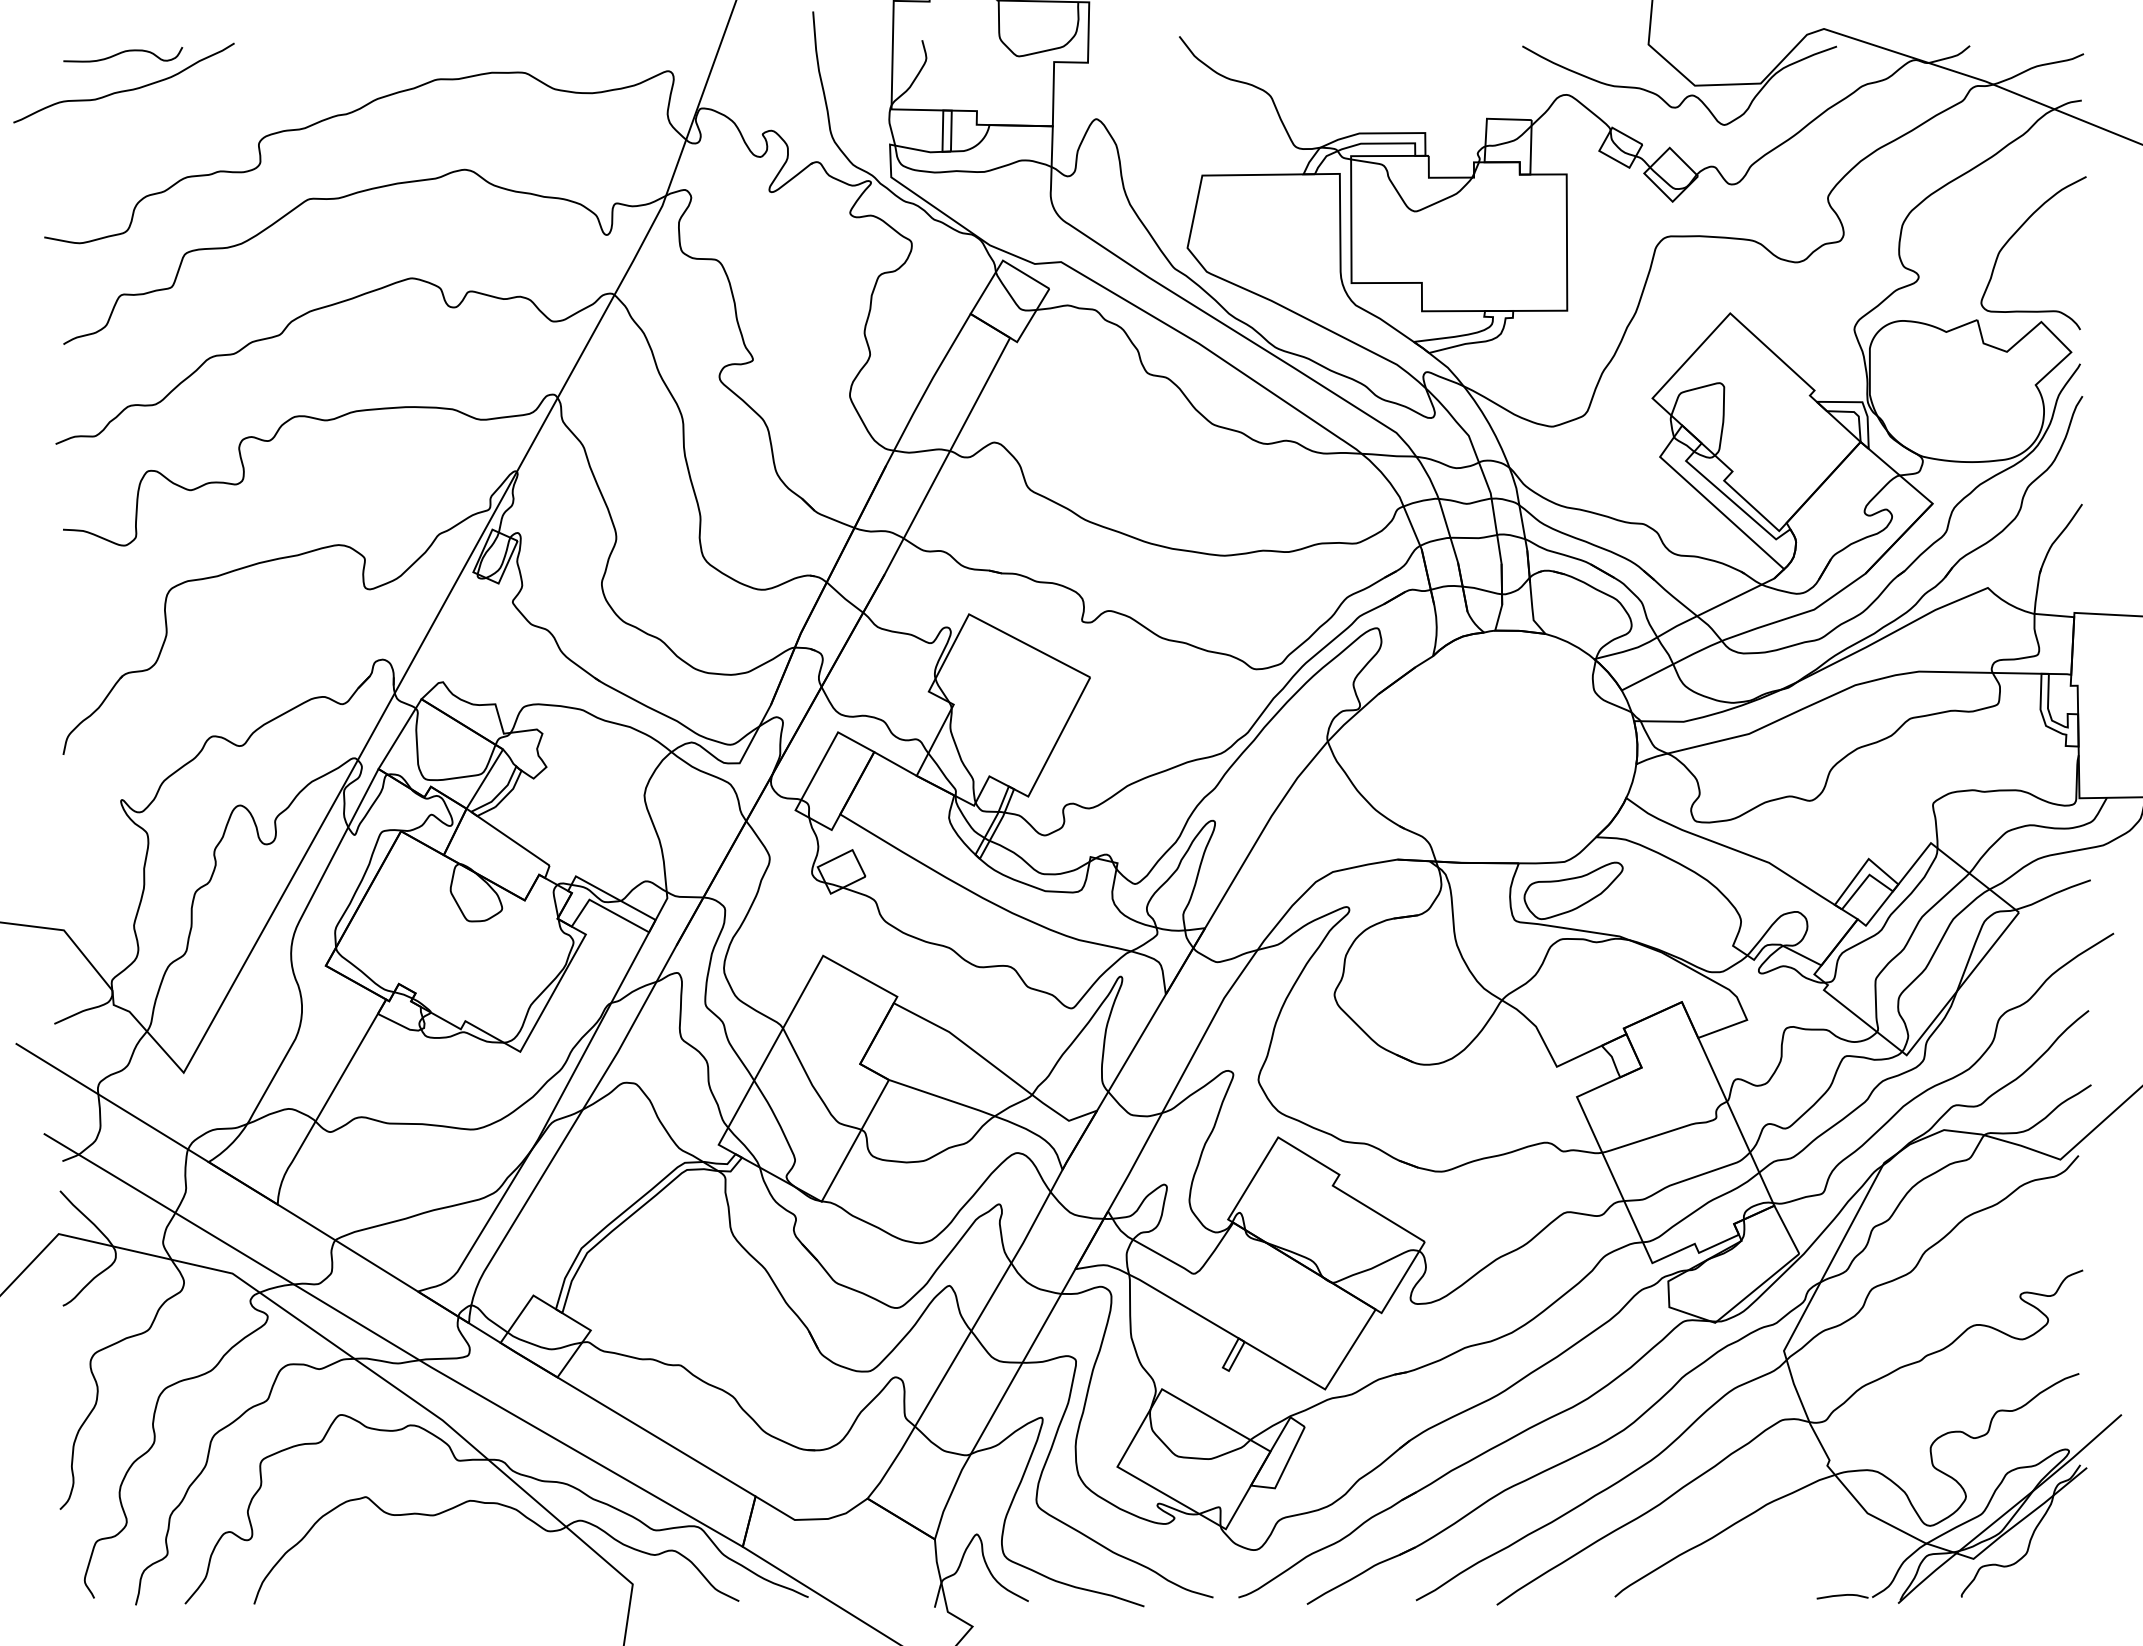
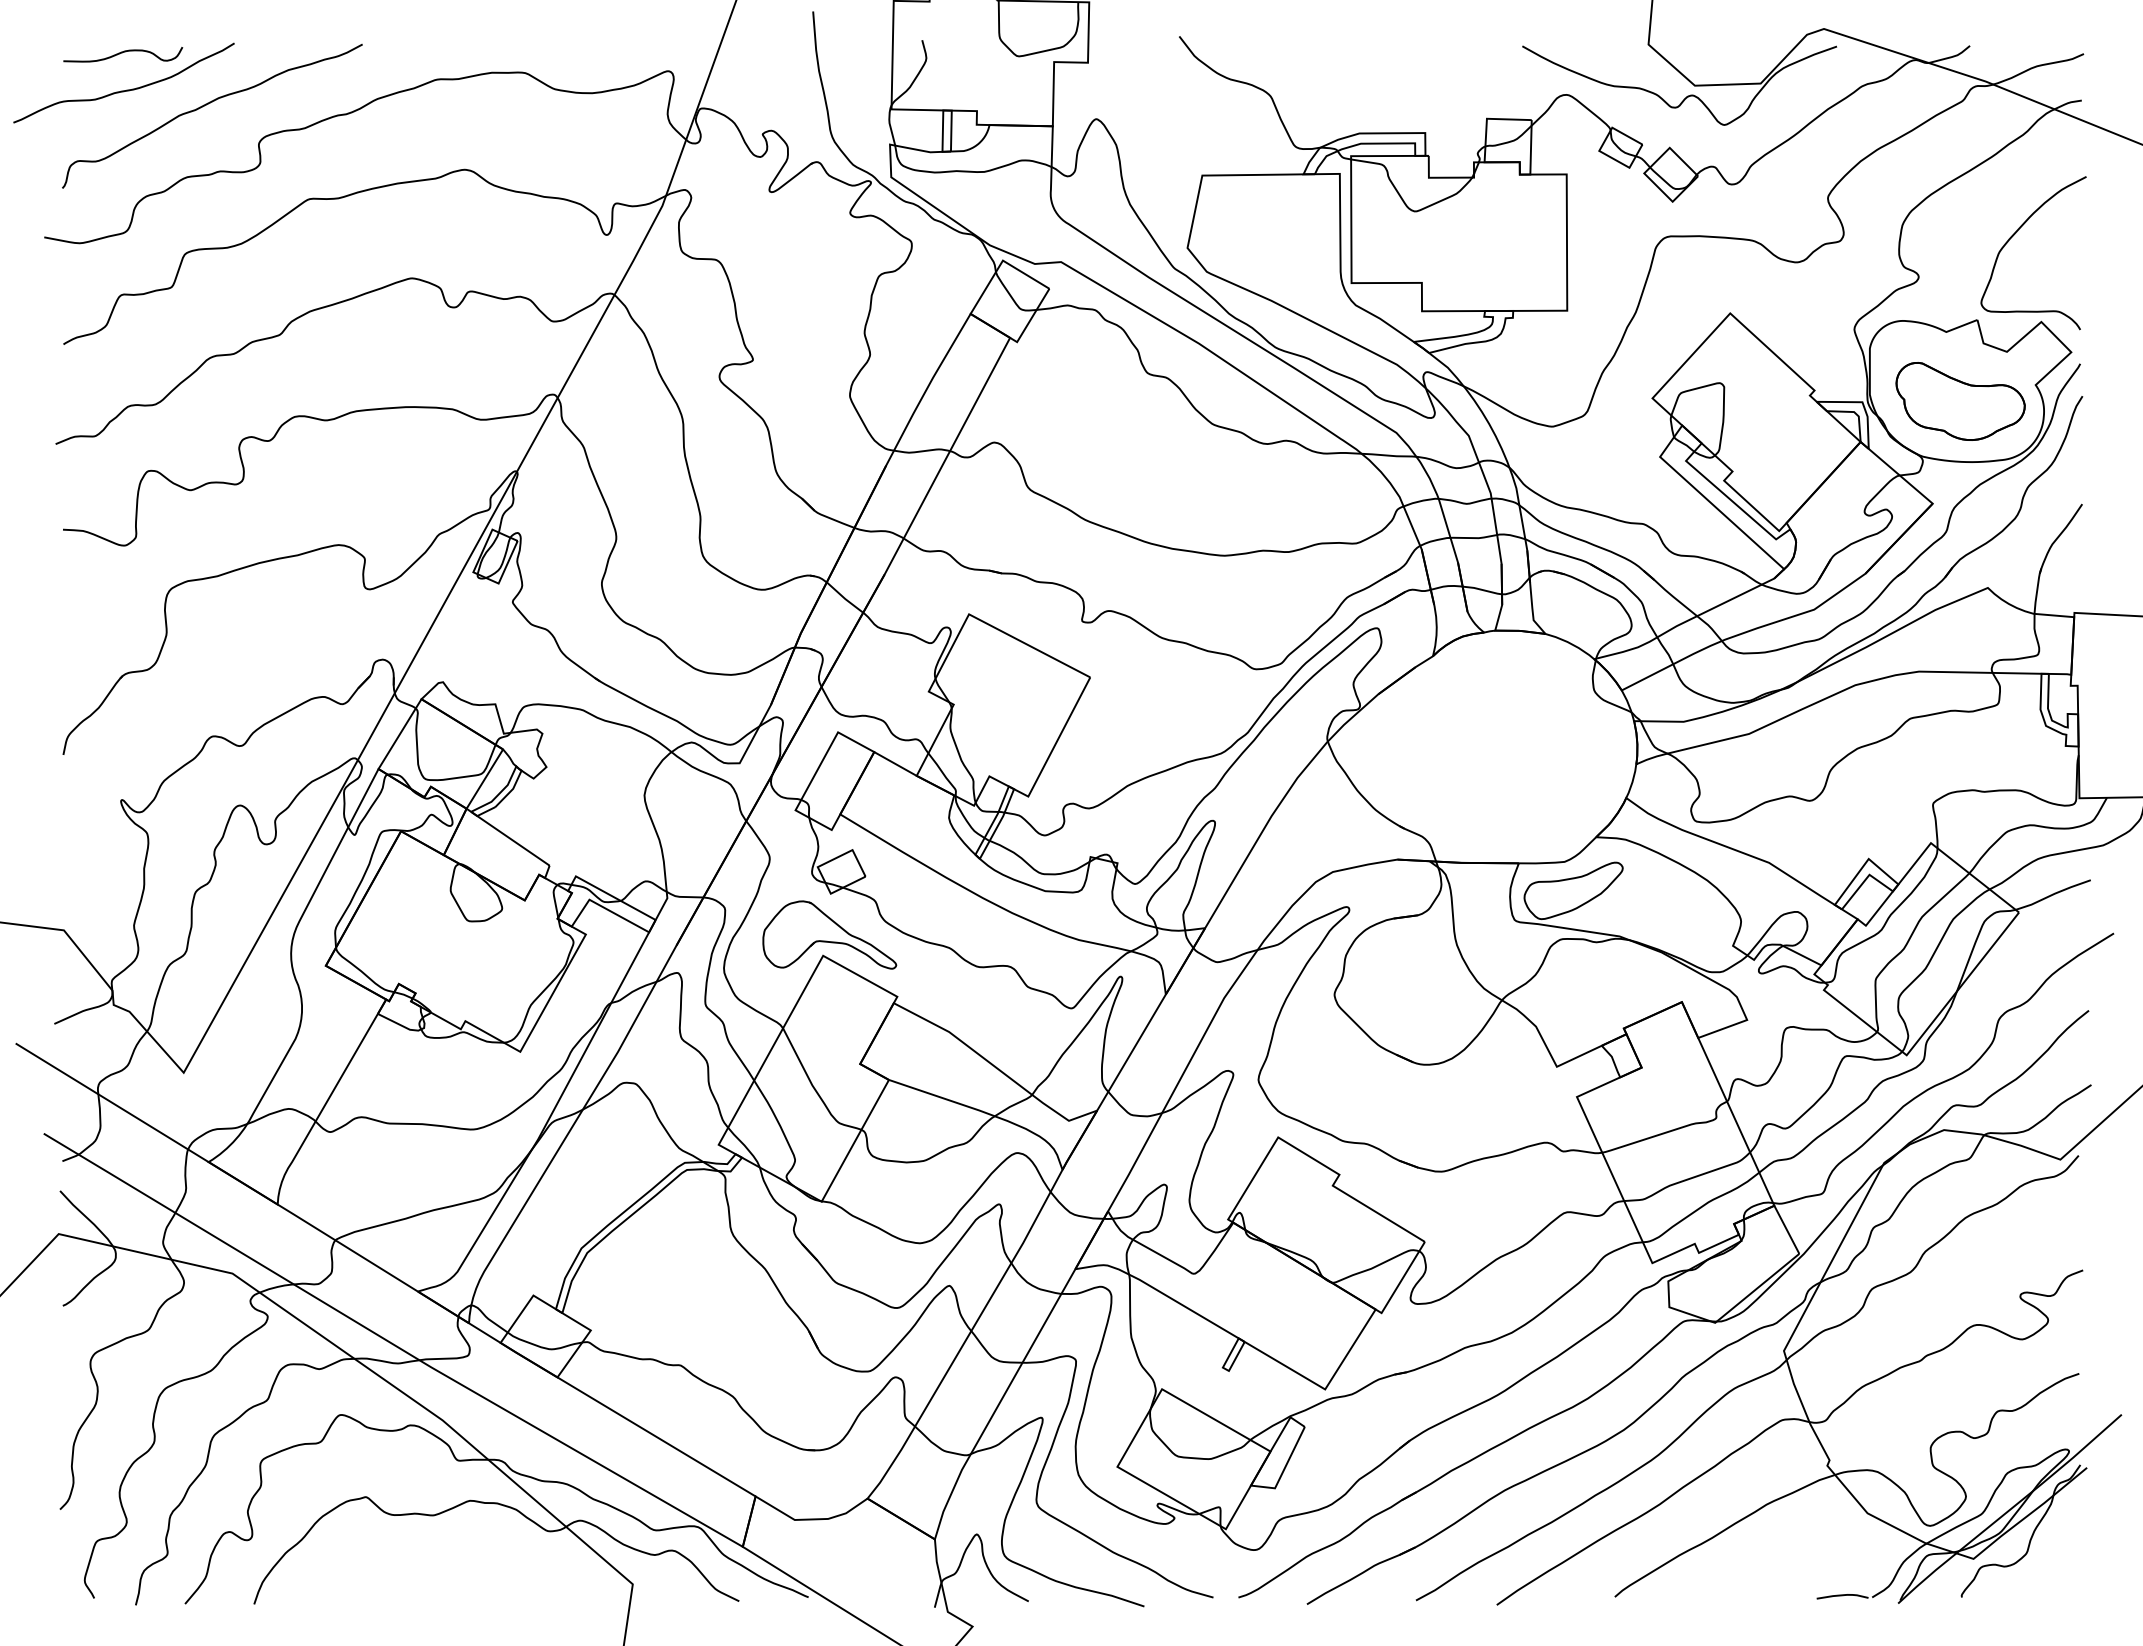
curve at (206, 105): none -> present
part at (1960, 401): none -> present
part at (829, 934): none -> present
